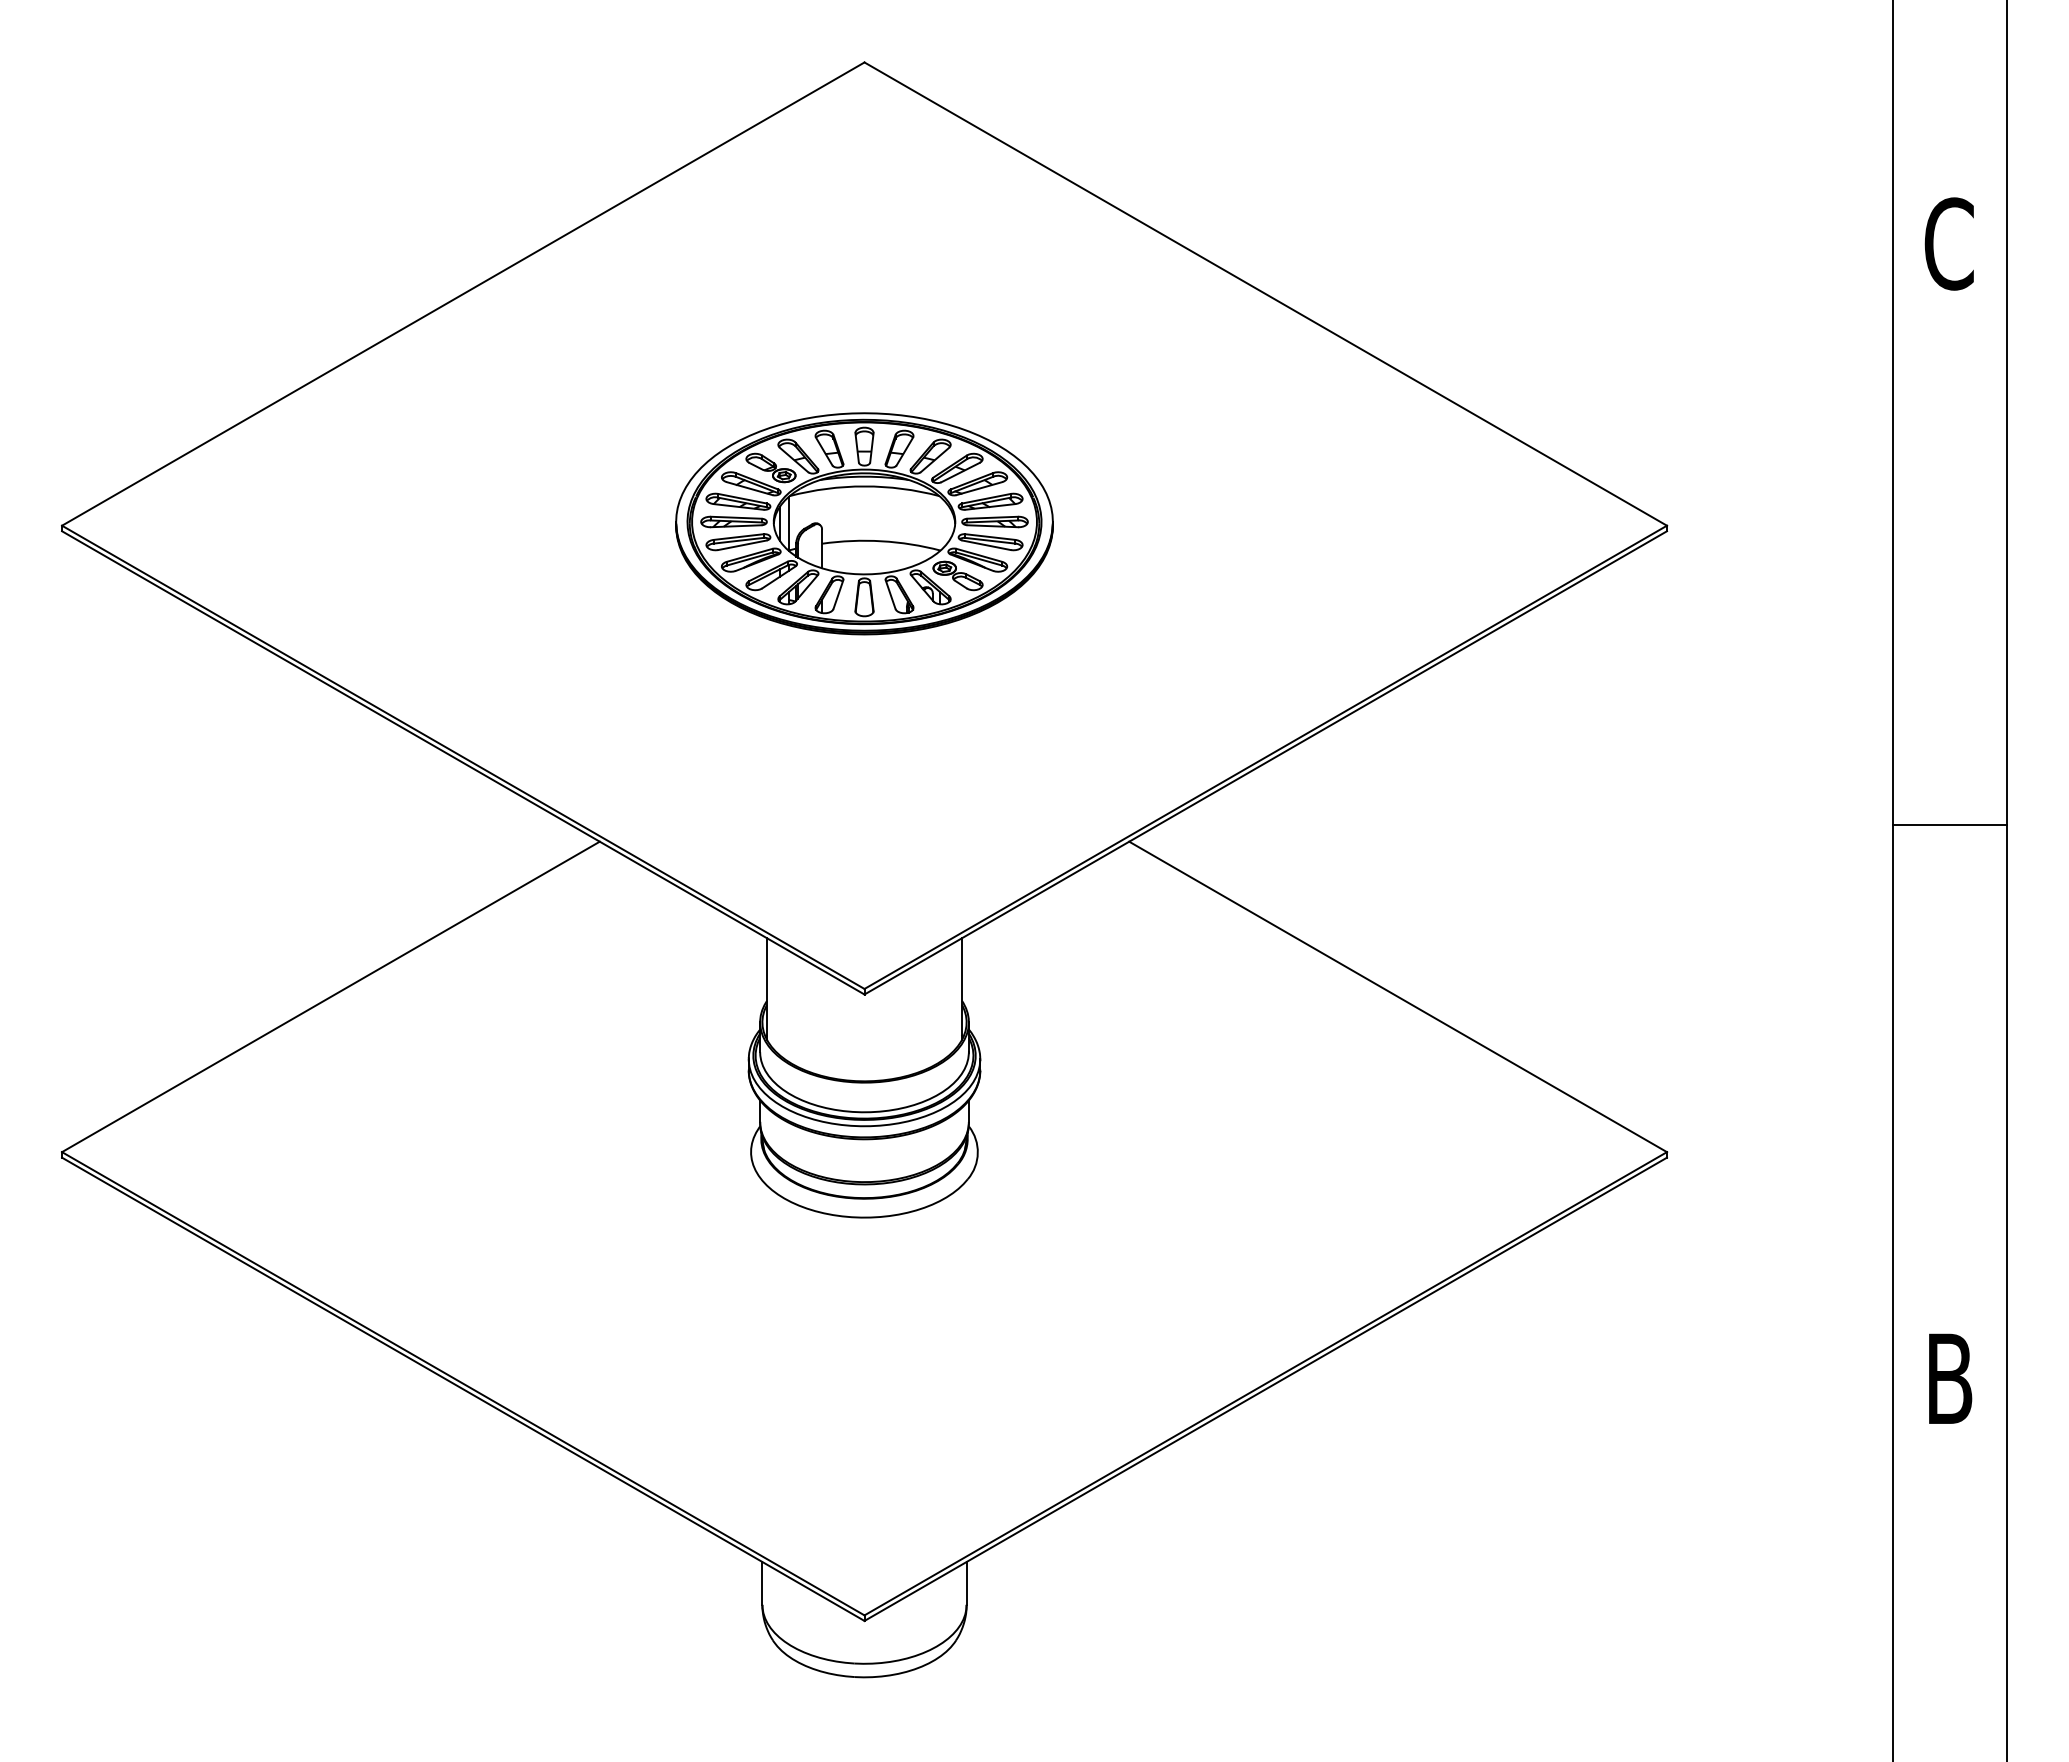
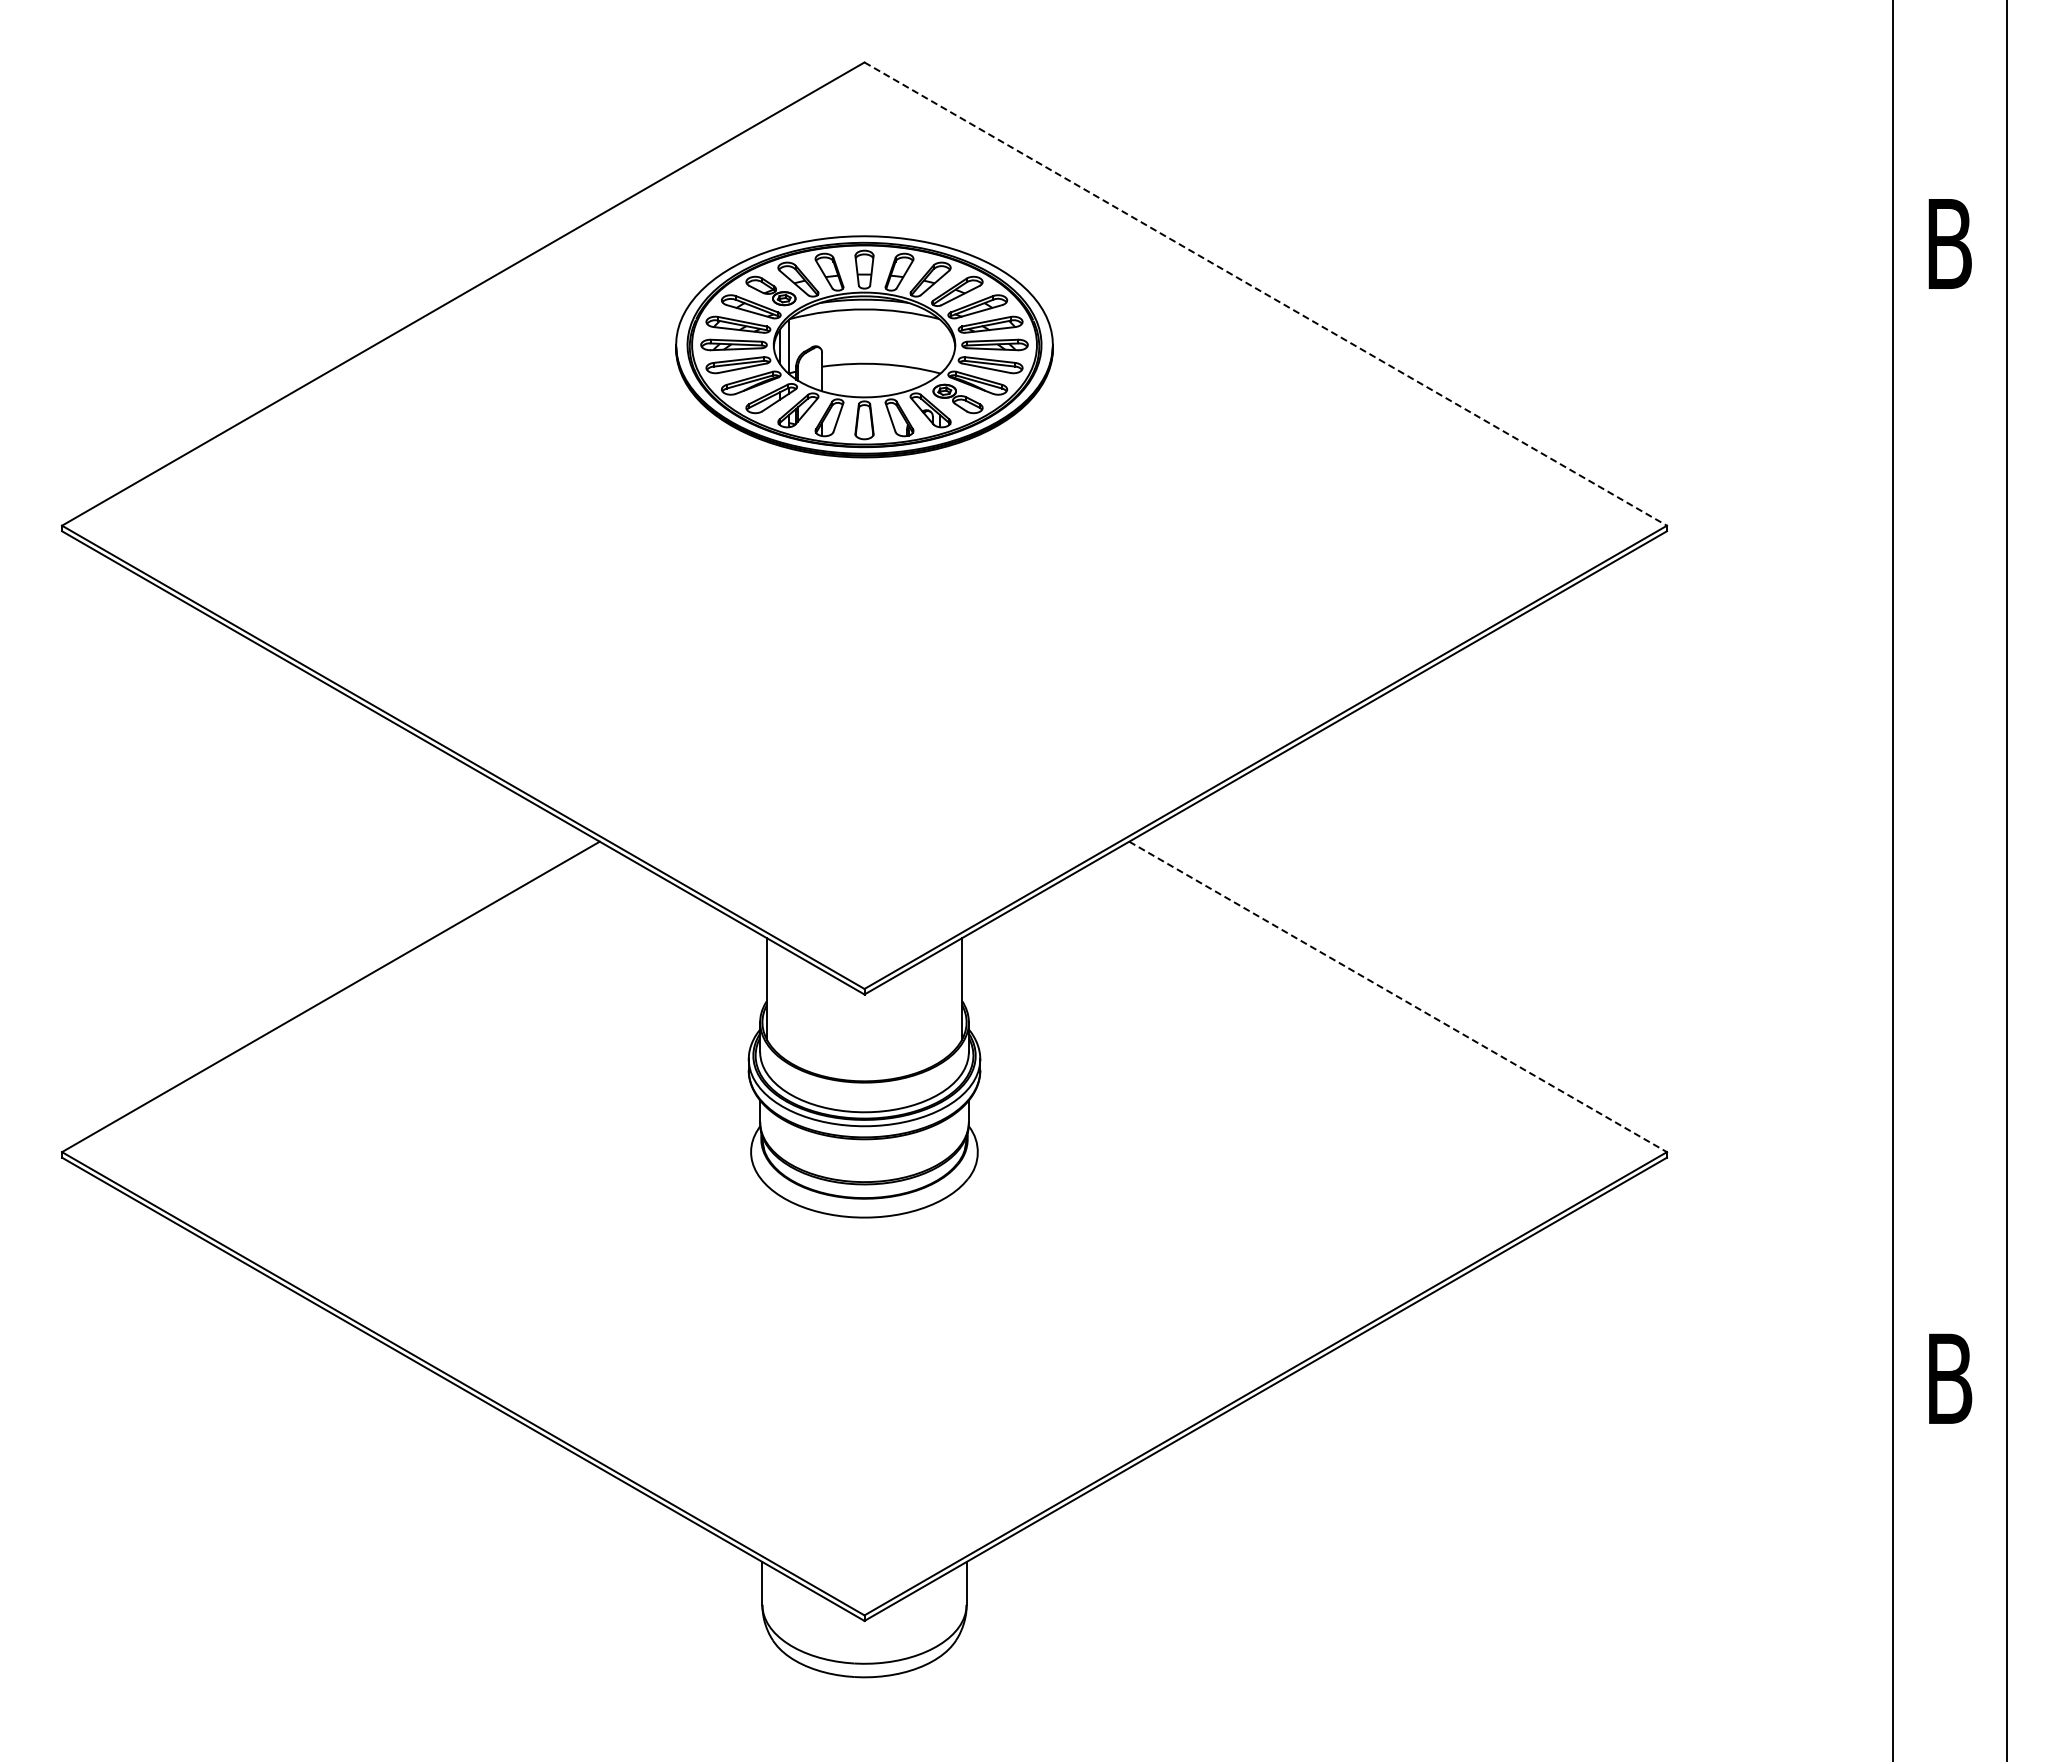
text at (1948, 243): C -> B
line at (1266, 294): solid -> dashed
part at (864, 523) position: (864, 523) -> (864, 346)
line at (1949, 824): present -> none
line at (1398, 997): solid -> dashed
